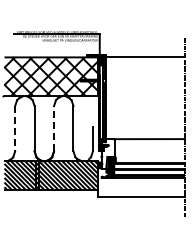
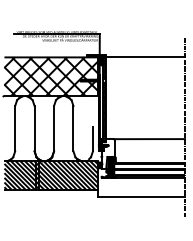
line at (15, 128): dashed -> solid
line at (54, 128): dashed -> solid
